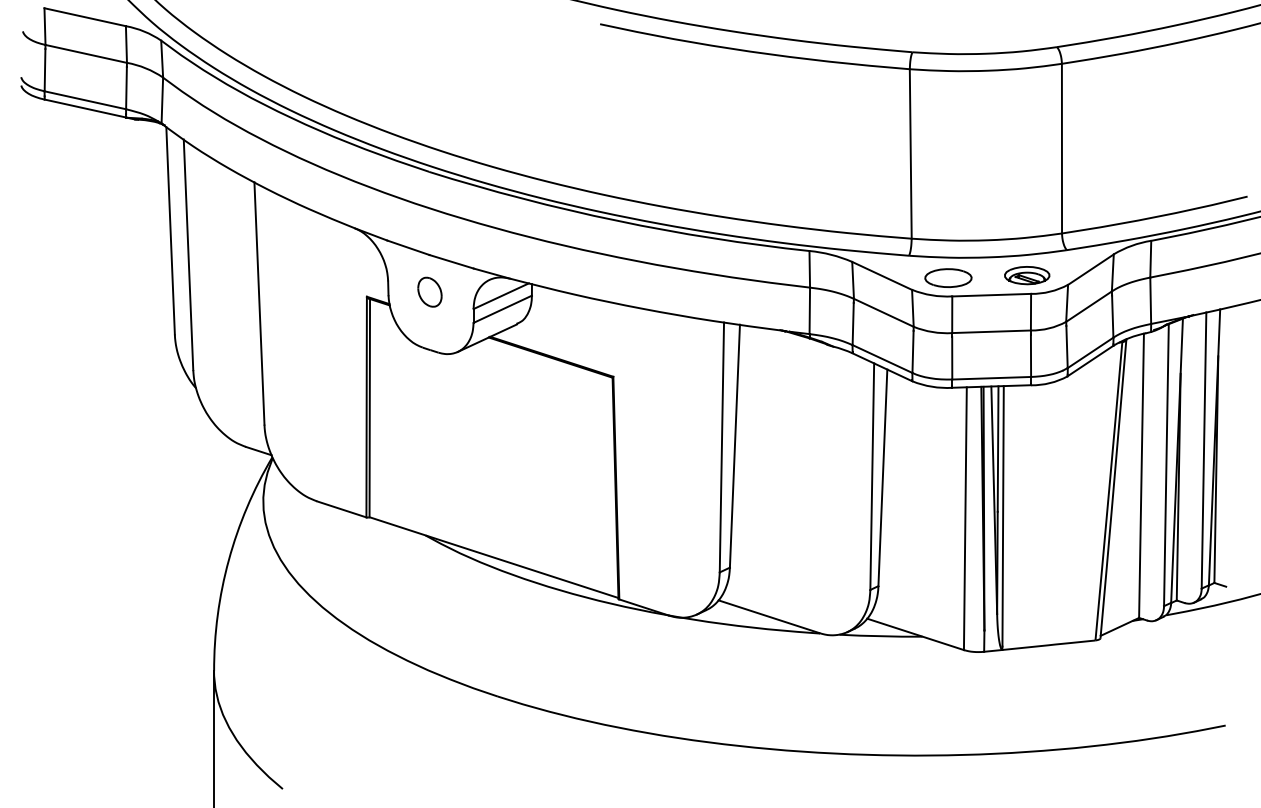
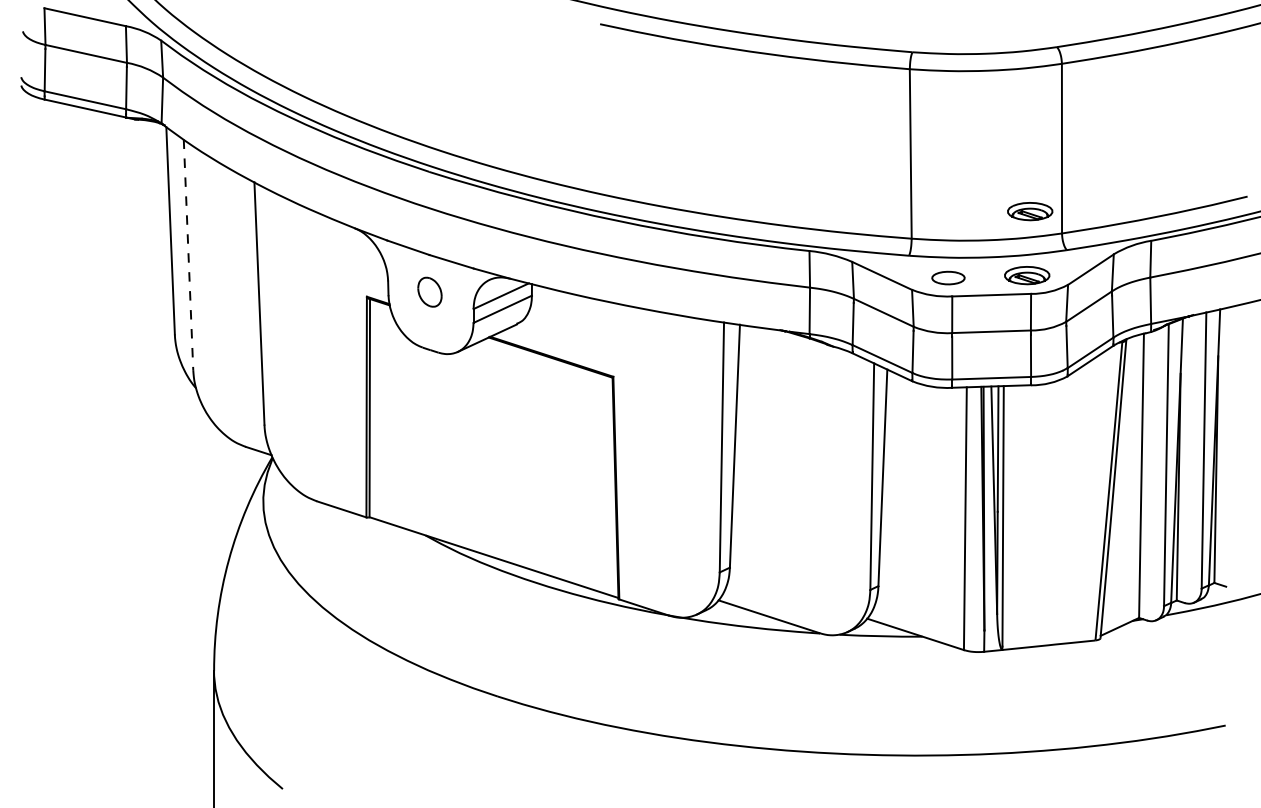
part at (1030, 211): none -> present
line at (188, 255): solid -> dashed
part at (948, 277) size: 49x20 px -> 35x16 px
